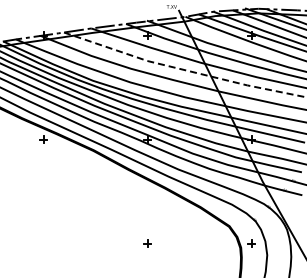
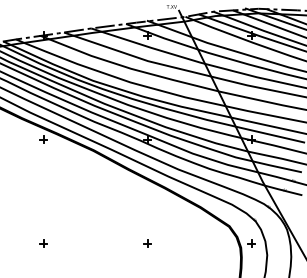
line at (184, 70): dashed -> solid
part at (43, 243): none -> present
